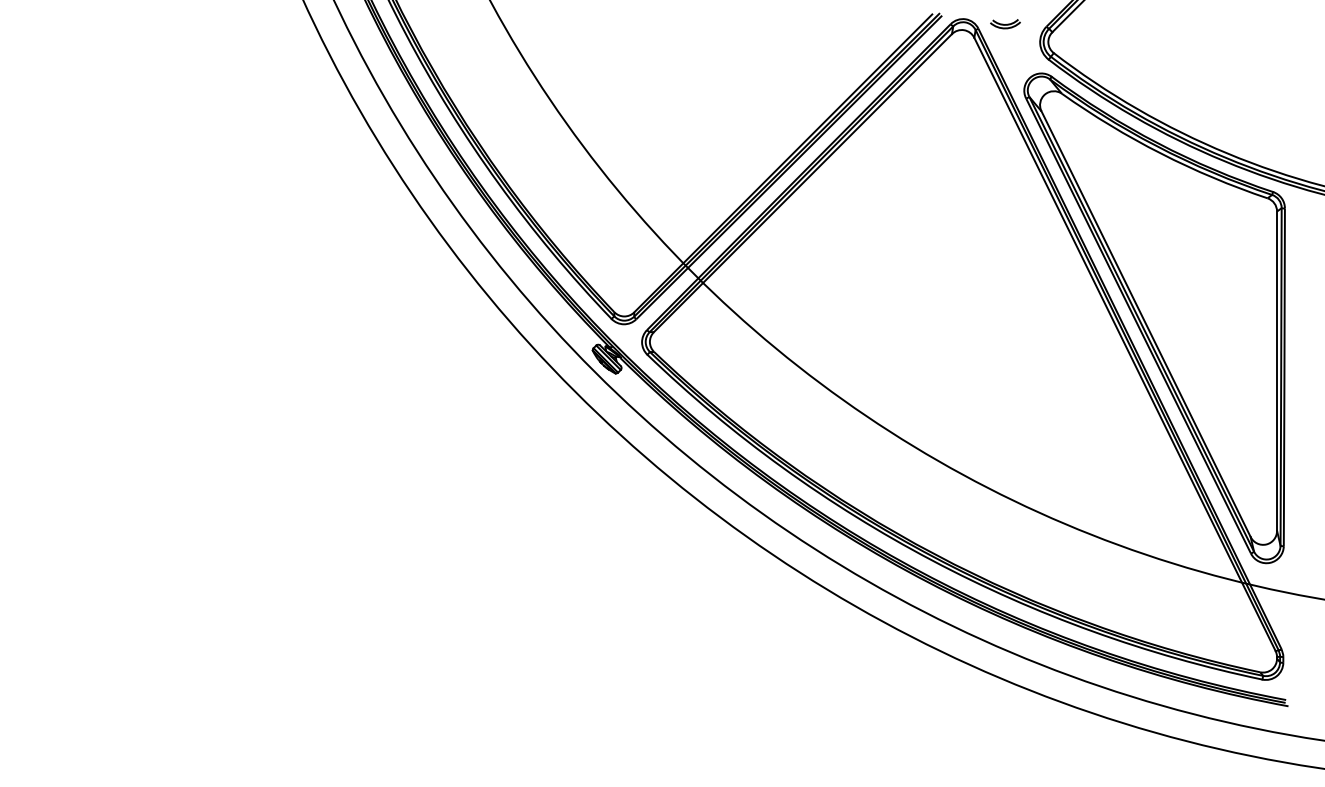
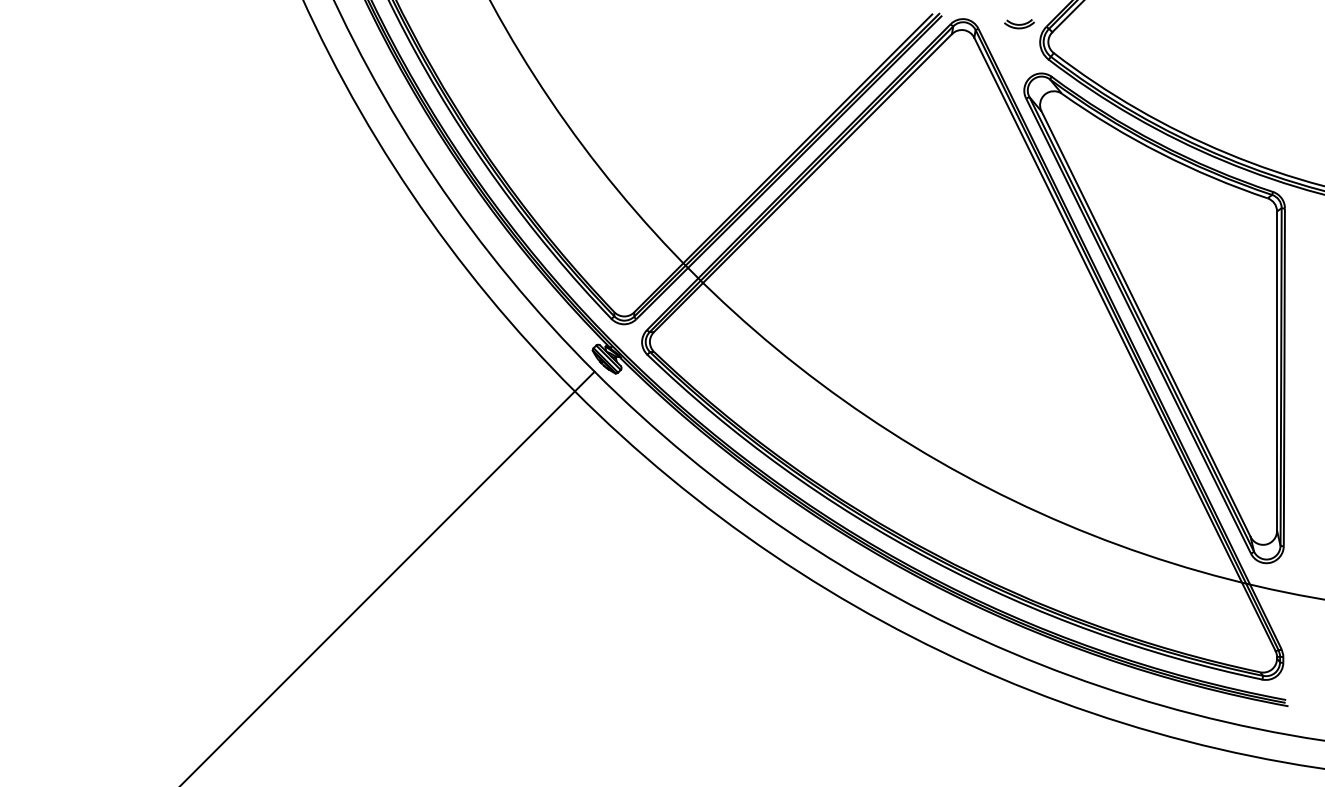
part at (1005, 24) position: (1005, 24) -> (1019, 24)
line at (388, 577): none -> present
